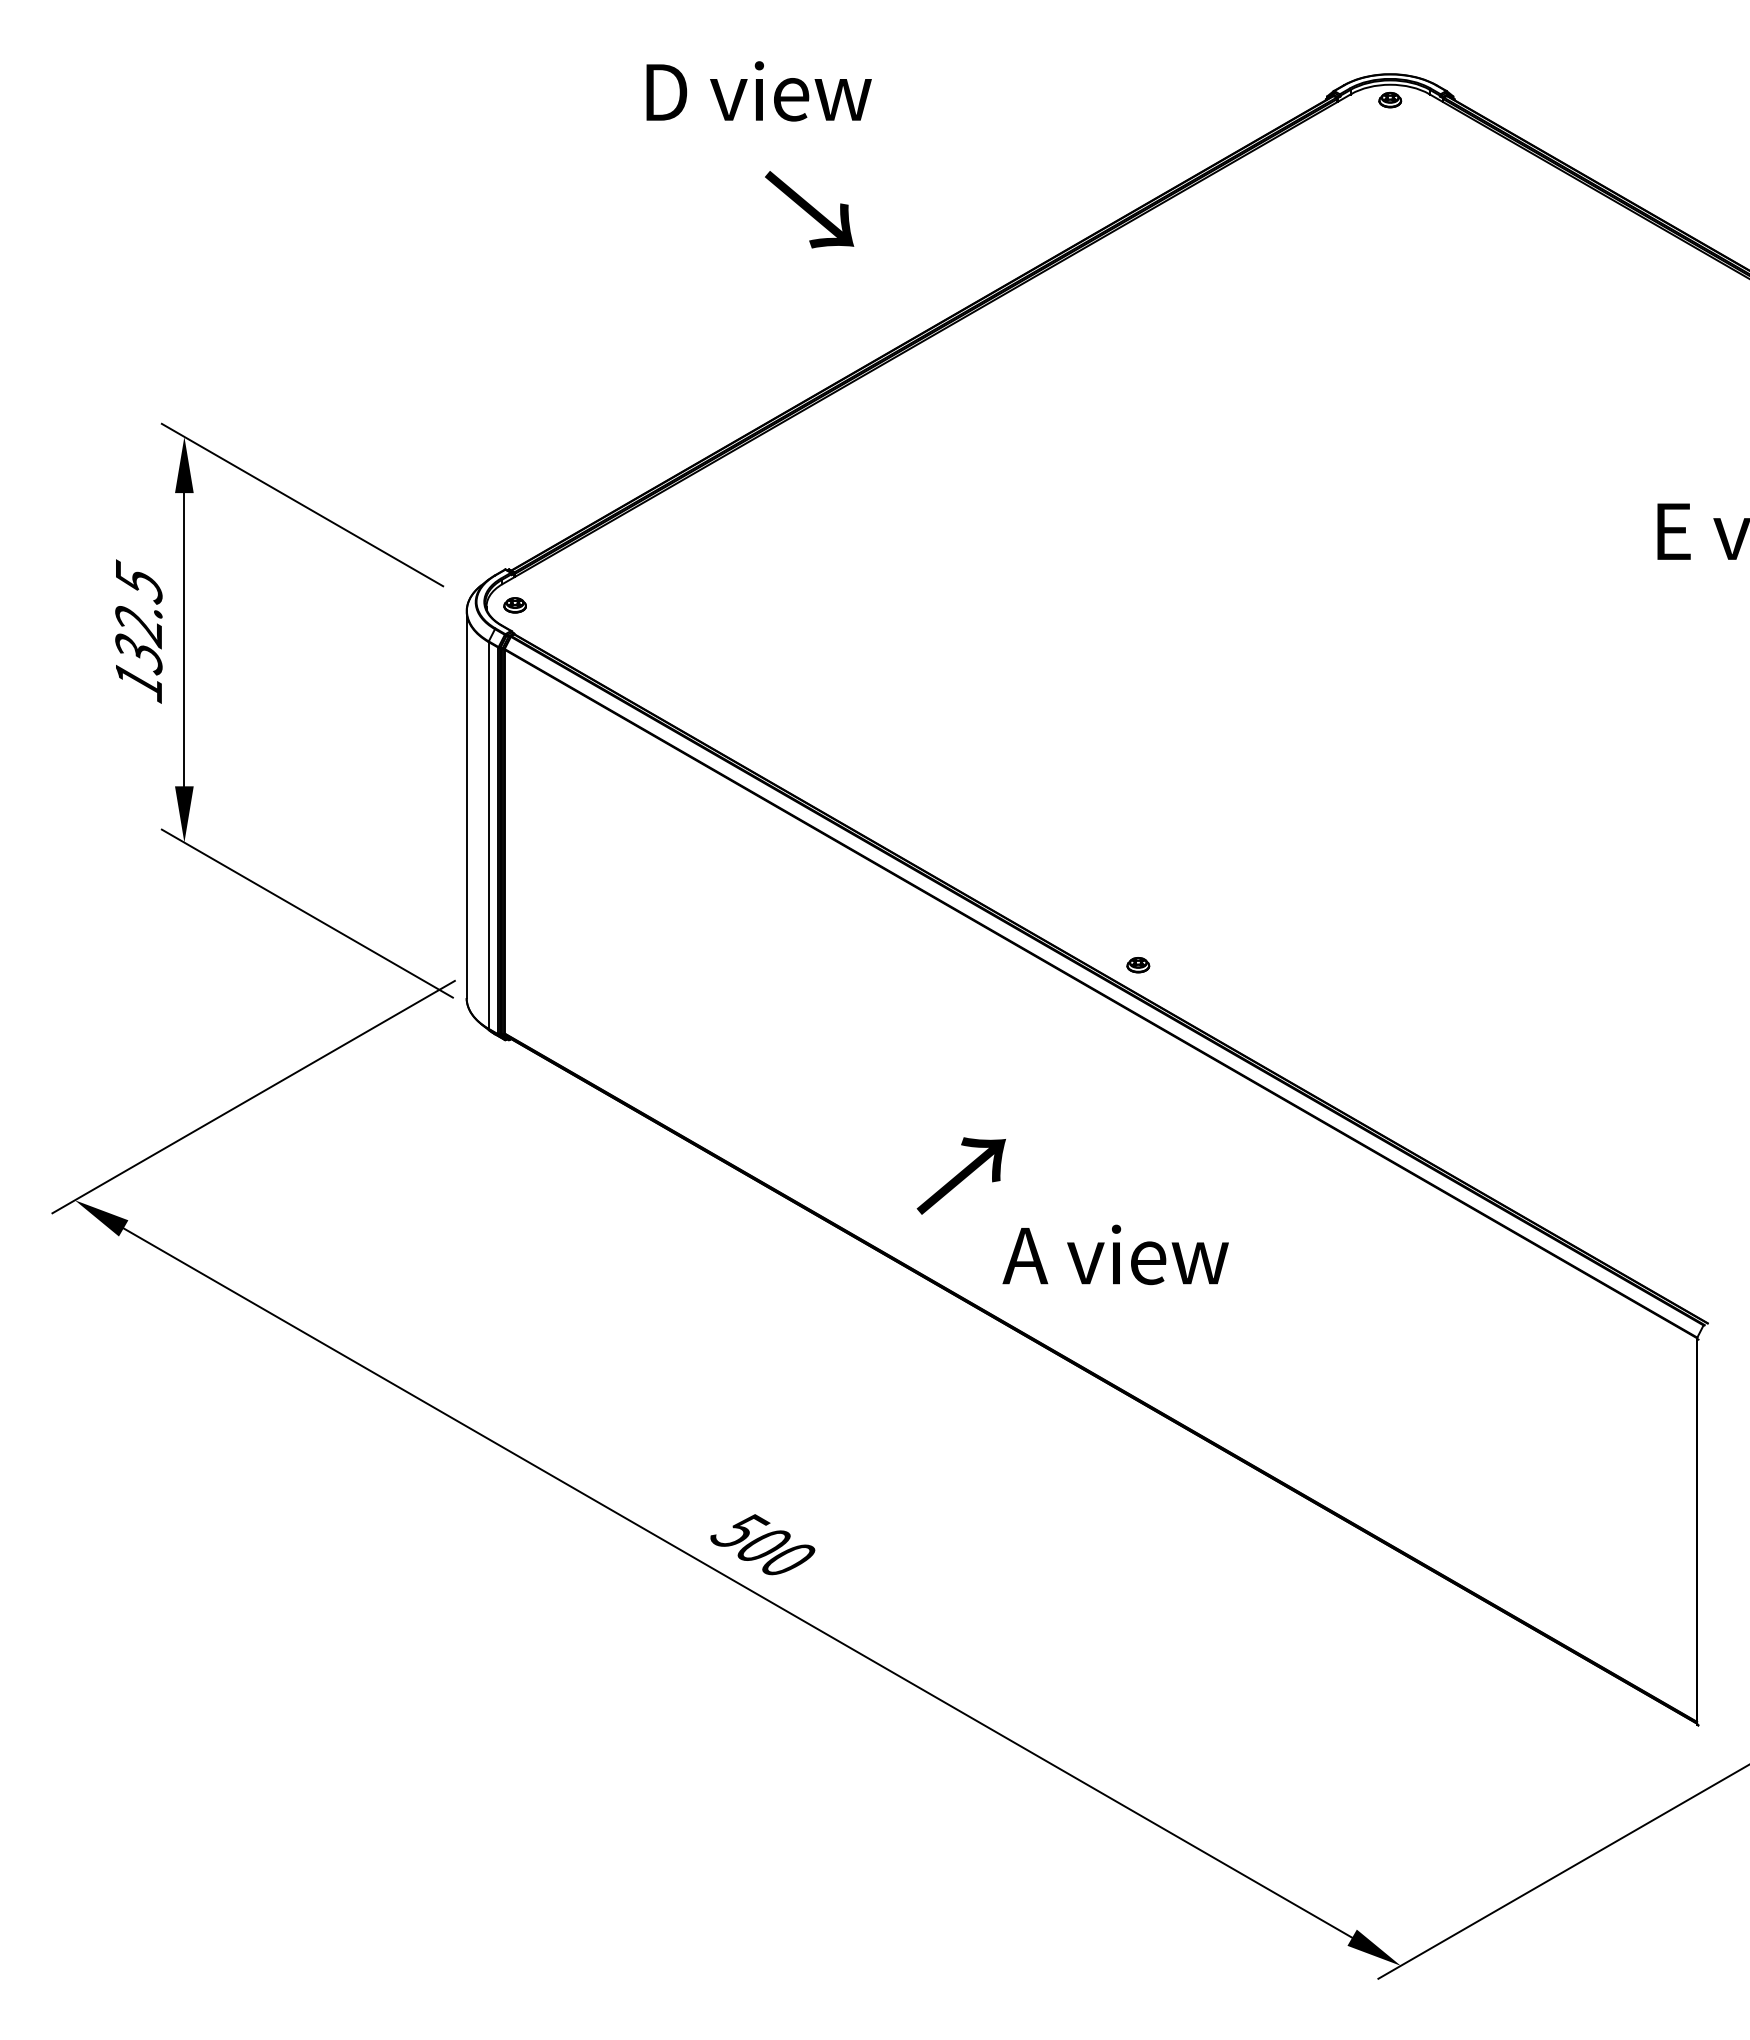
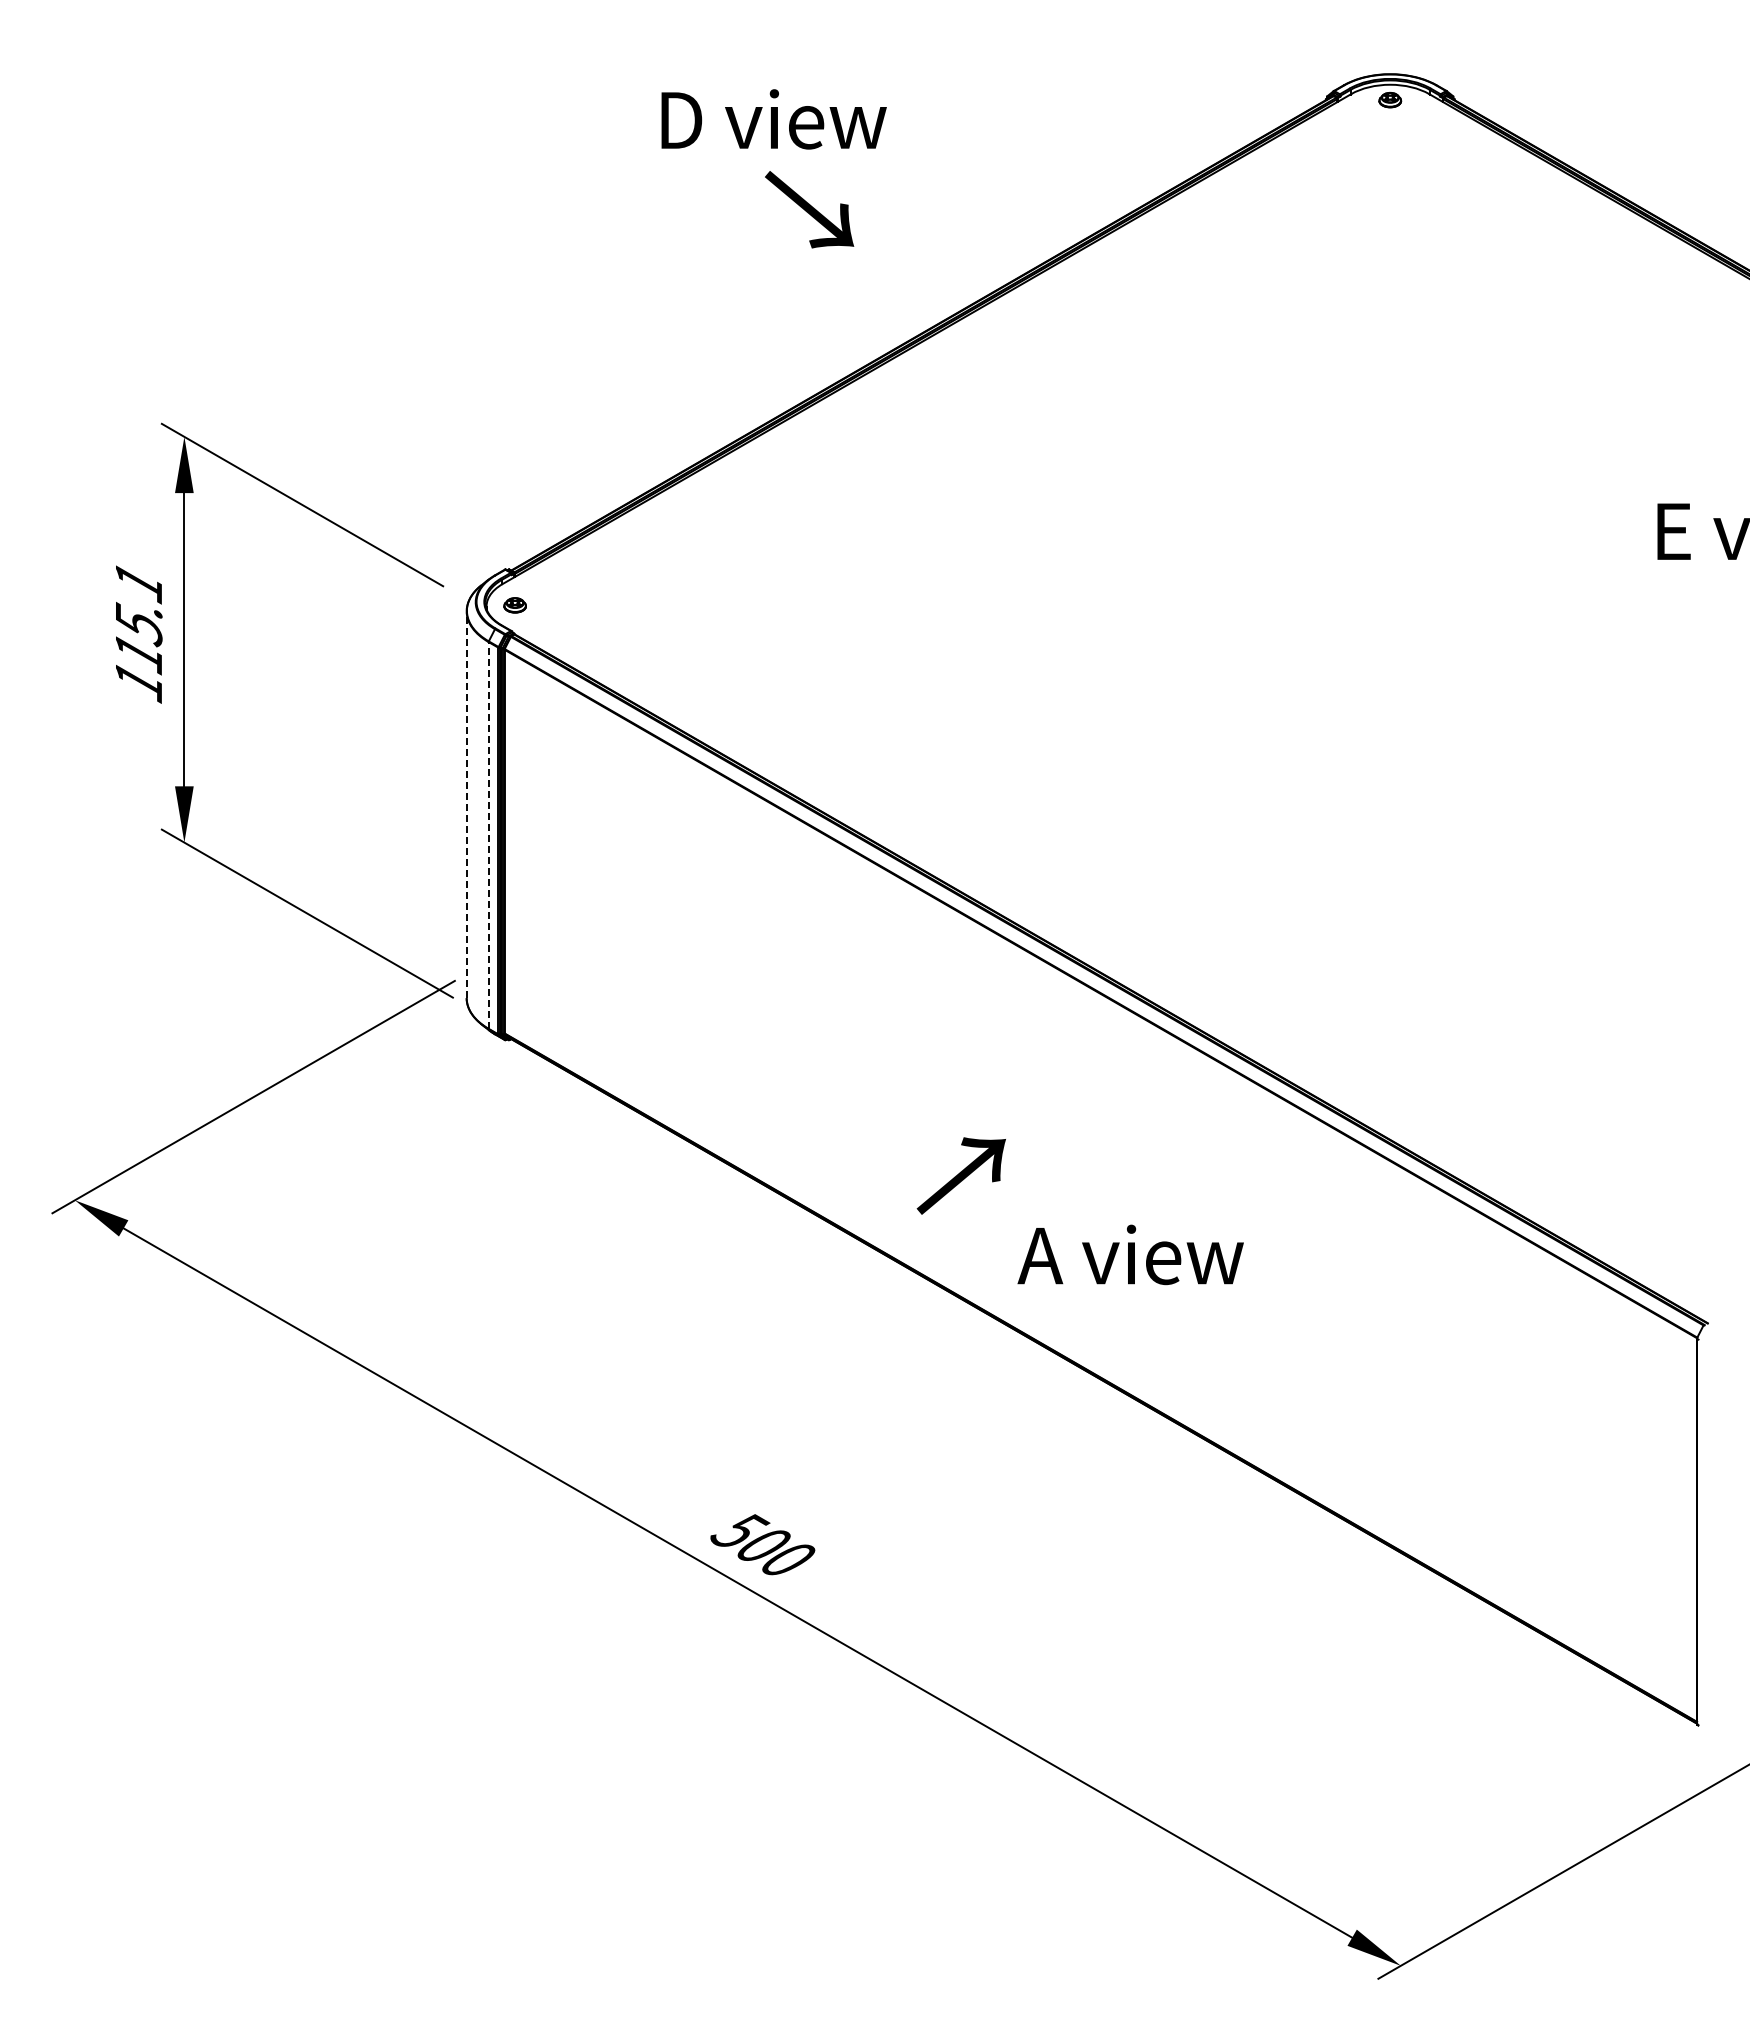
text at (758, 91) position: (758, 91) -> (773, 119)
text at (138, 617): 132.5 -> 115.1
line at (466, 804): solid -> dashed
line at (488, 834): solid -> dashed
part at (1138, 965): present -> none
text at (1115, 1254) position: (1115, 1254) -> (1130, 1254)
